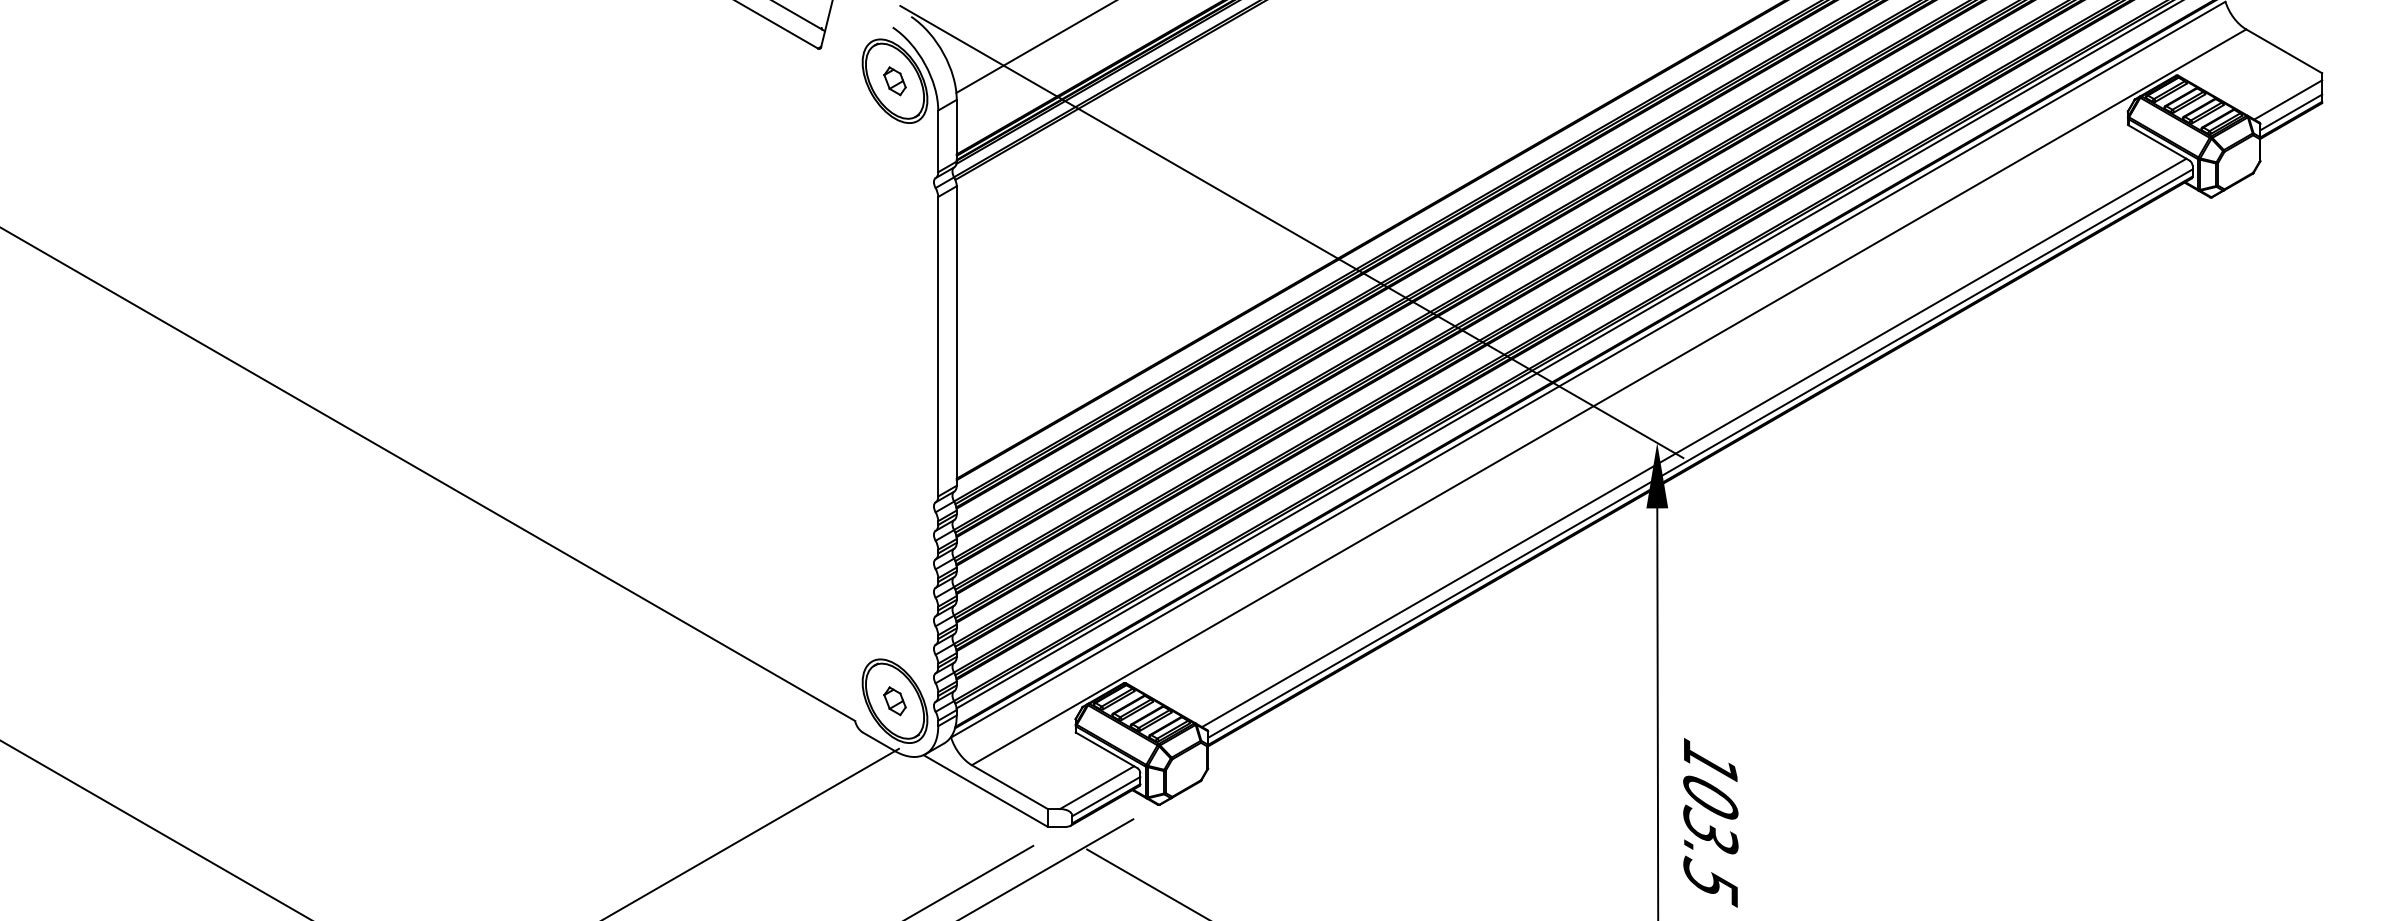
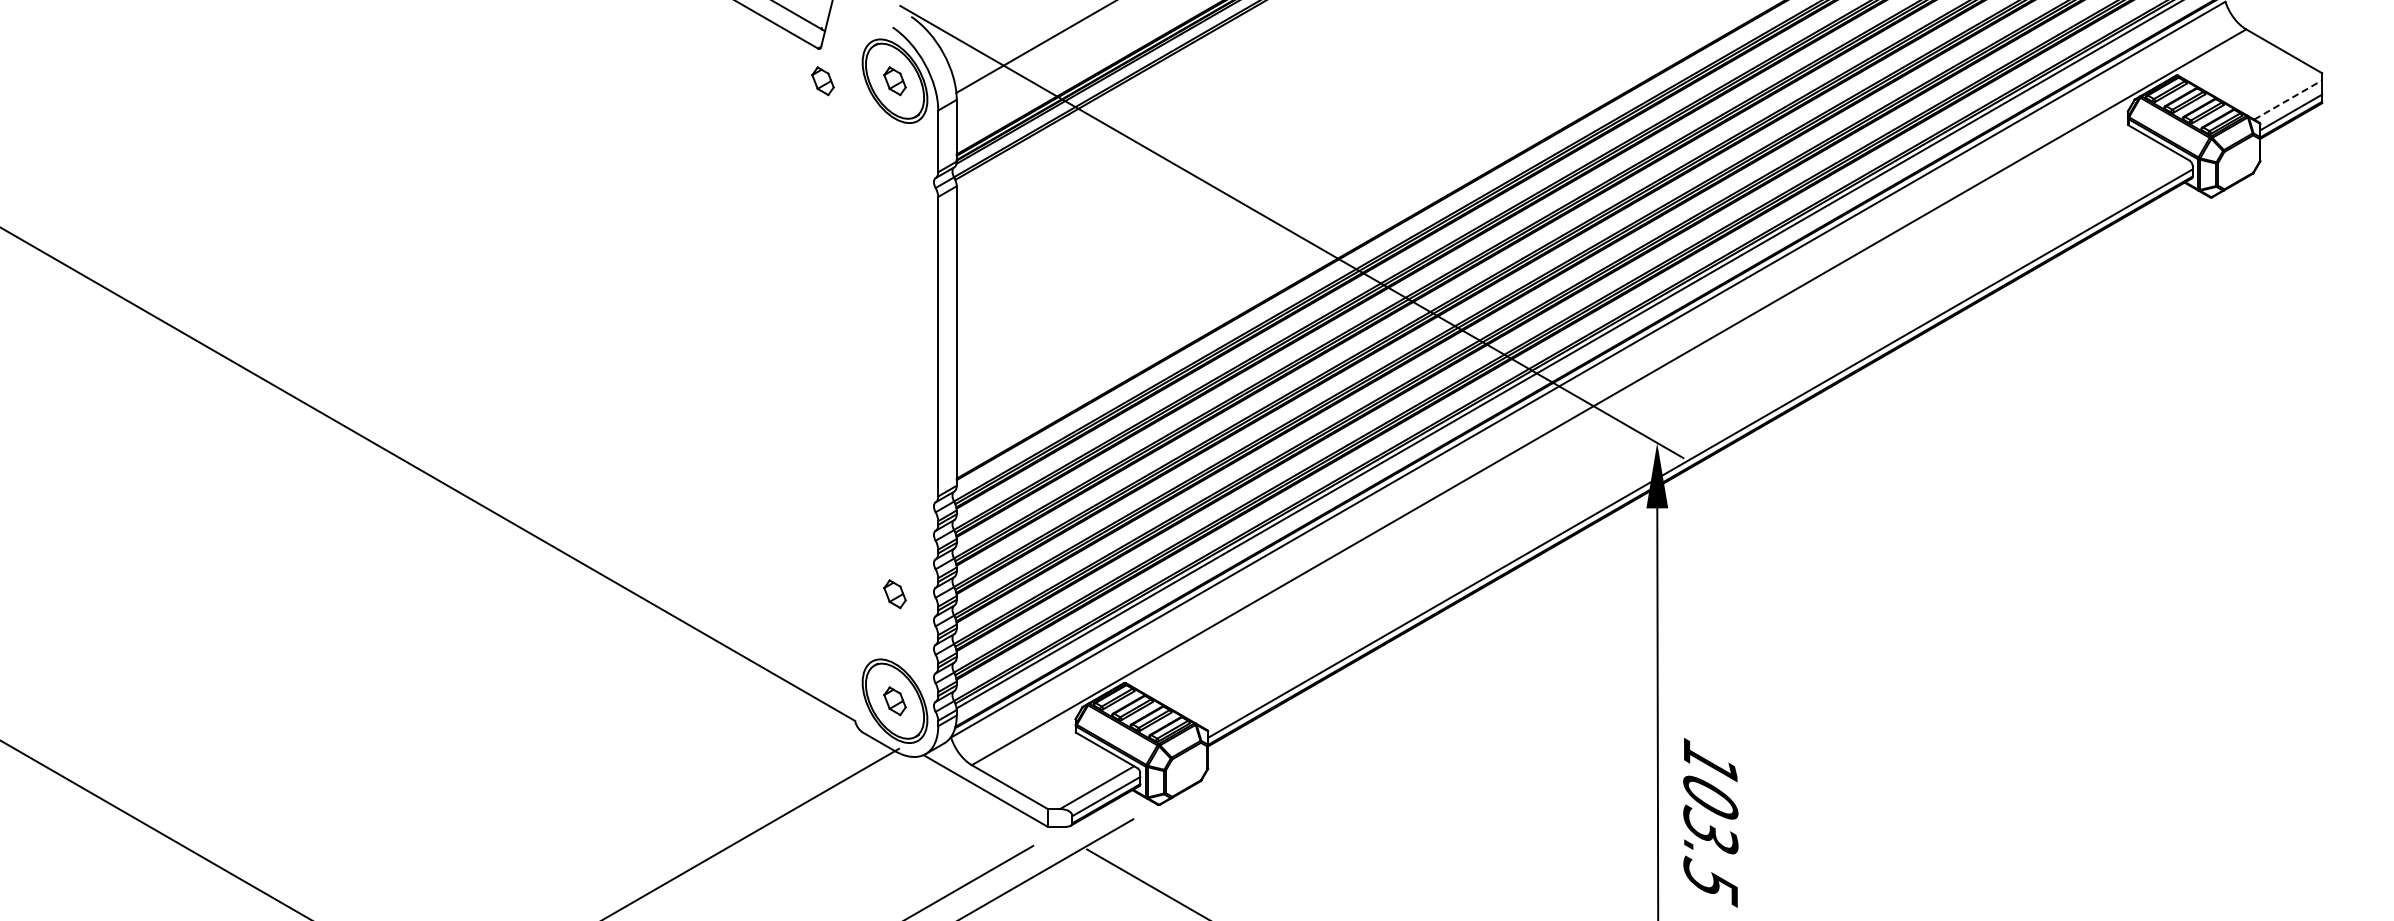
part at (822, 81): none -> present
line at (2288, 99): solid -> dashed
line at (1694, 442): present -> none
part at (894, 594): none -> present
